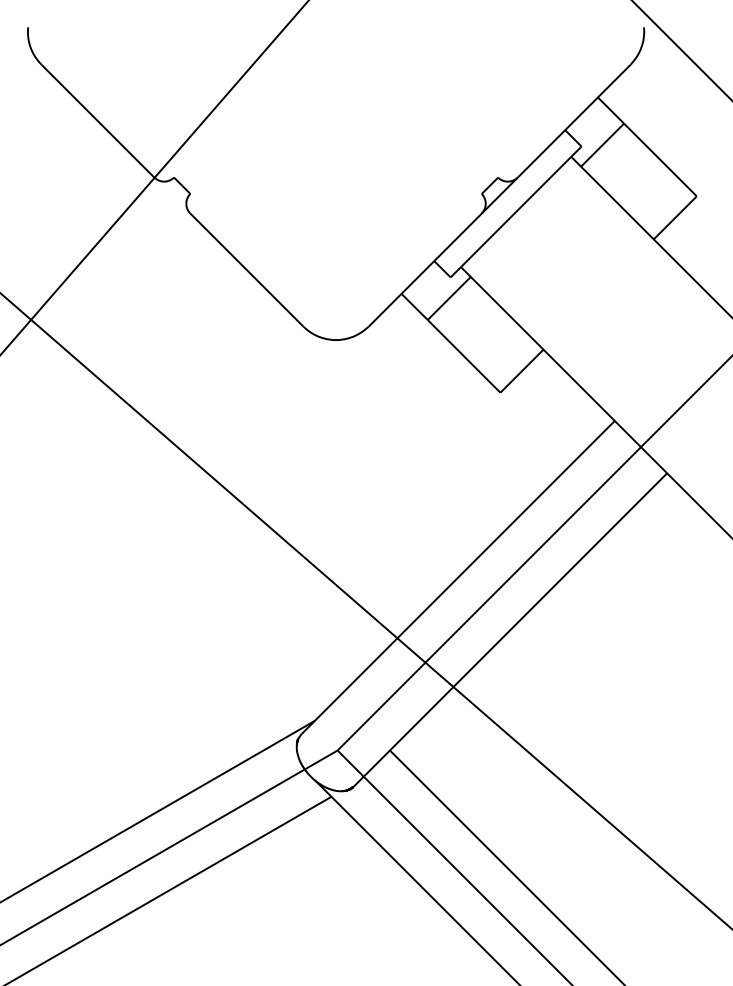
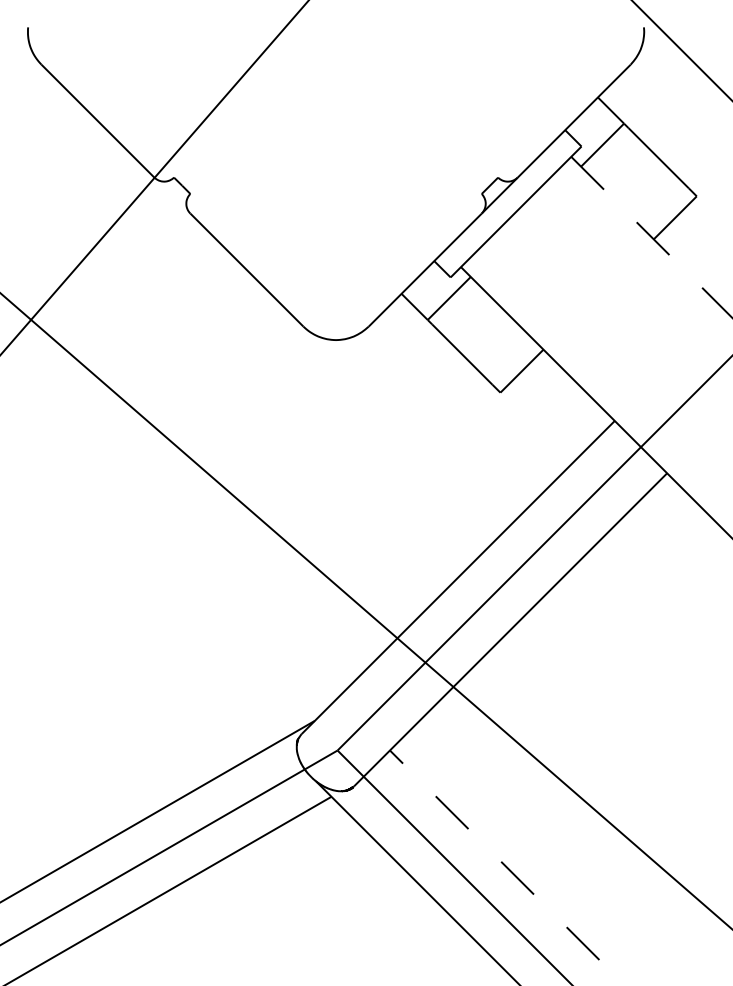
line at (651, 237): solid -> dashed
line at (507, 867): solid -> dashed
